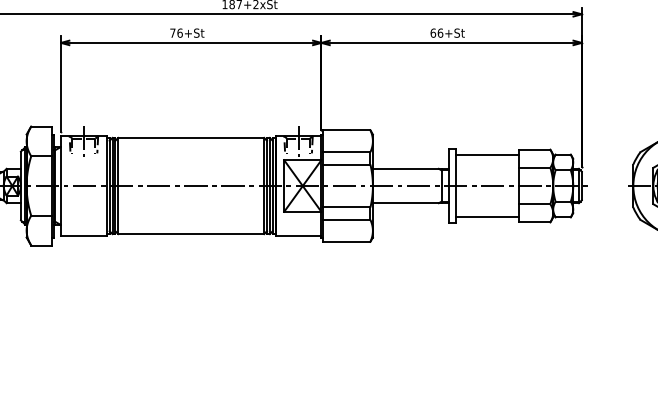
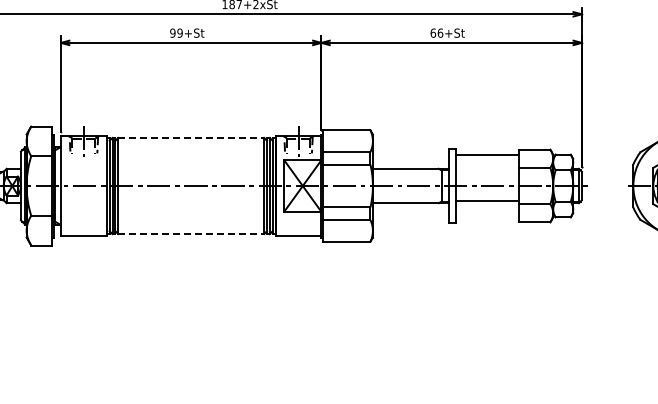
text at (176, 32): 76+St -> 99+St
line at (191, 137): solid -> dashed
line at (486, 217) position: (486, 217) -> (486, 201)
line at (191, 234): solid -> dashed
